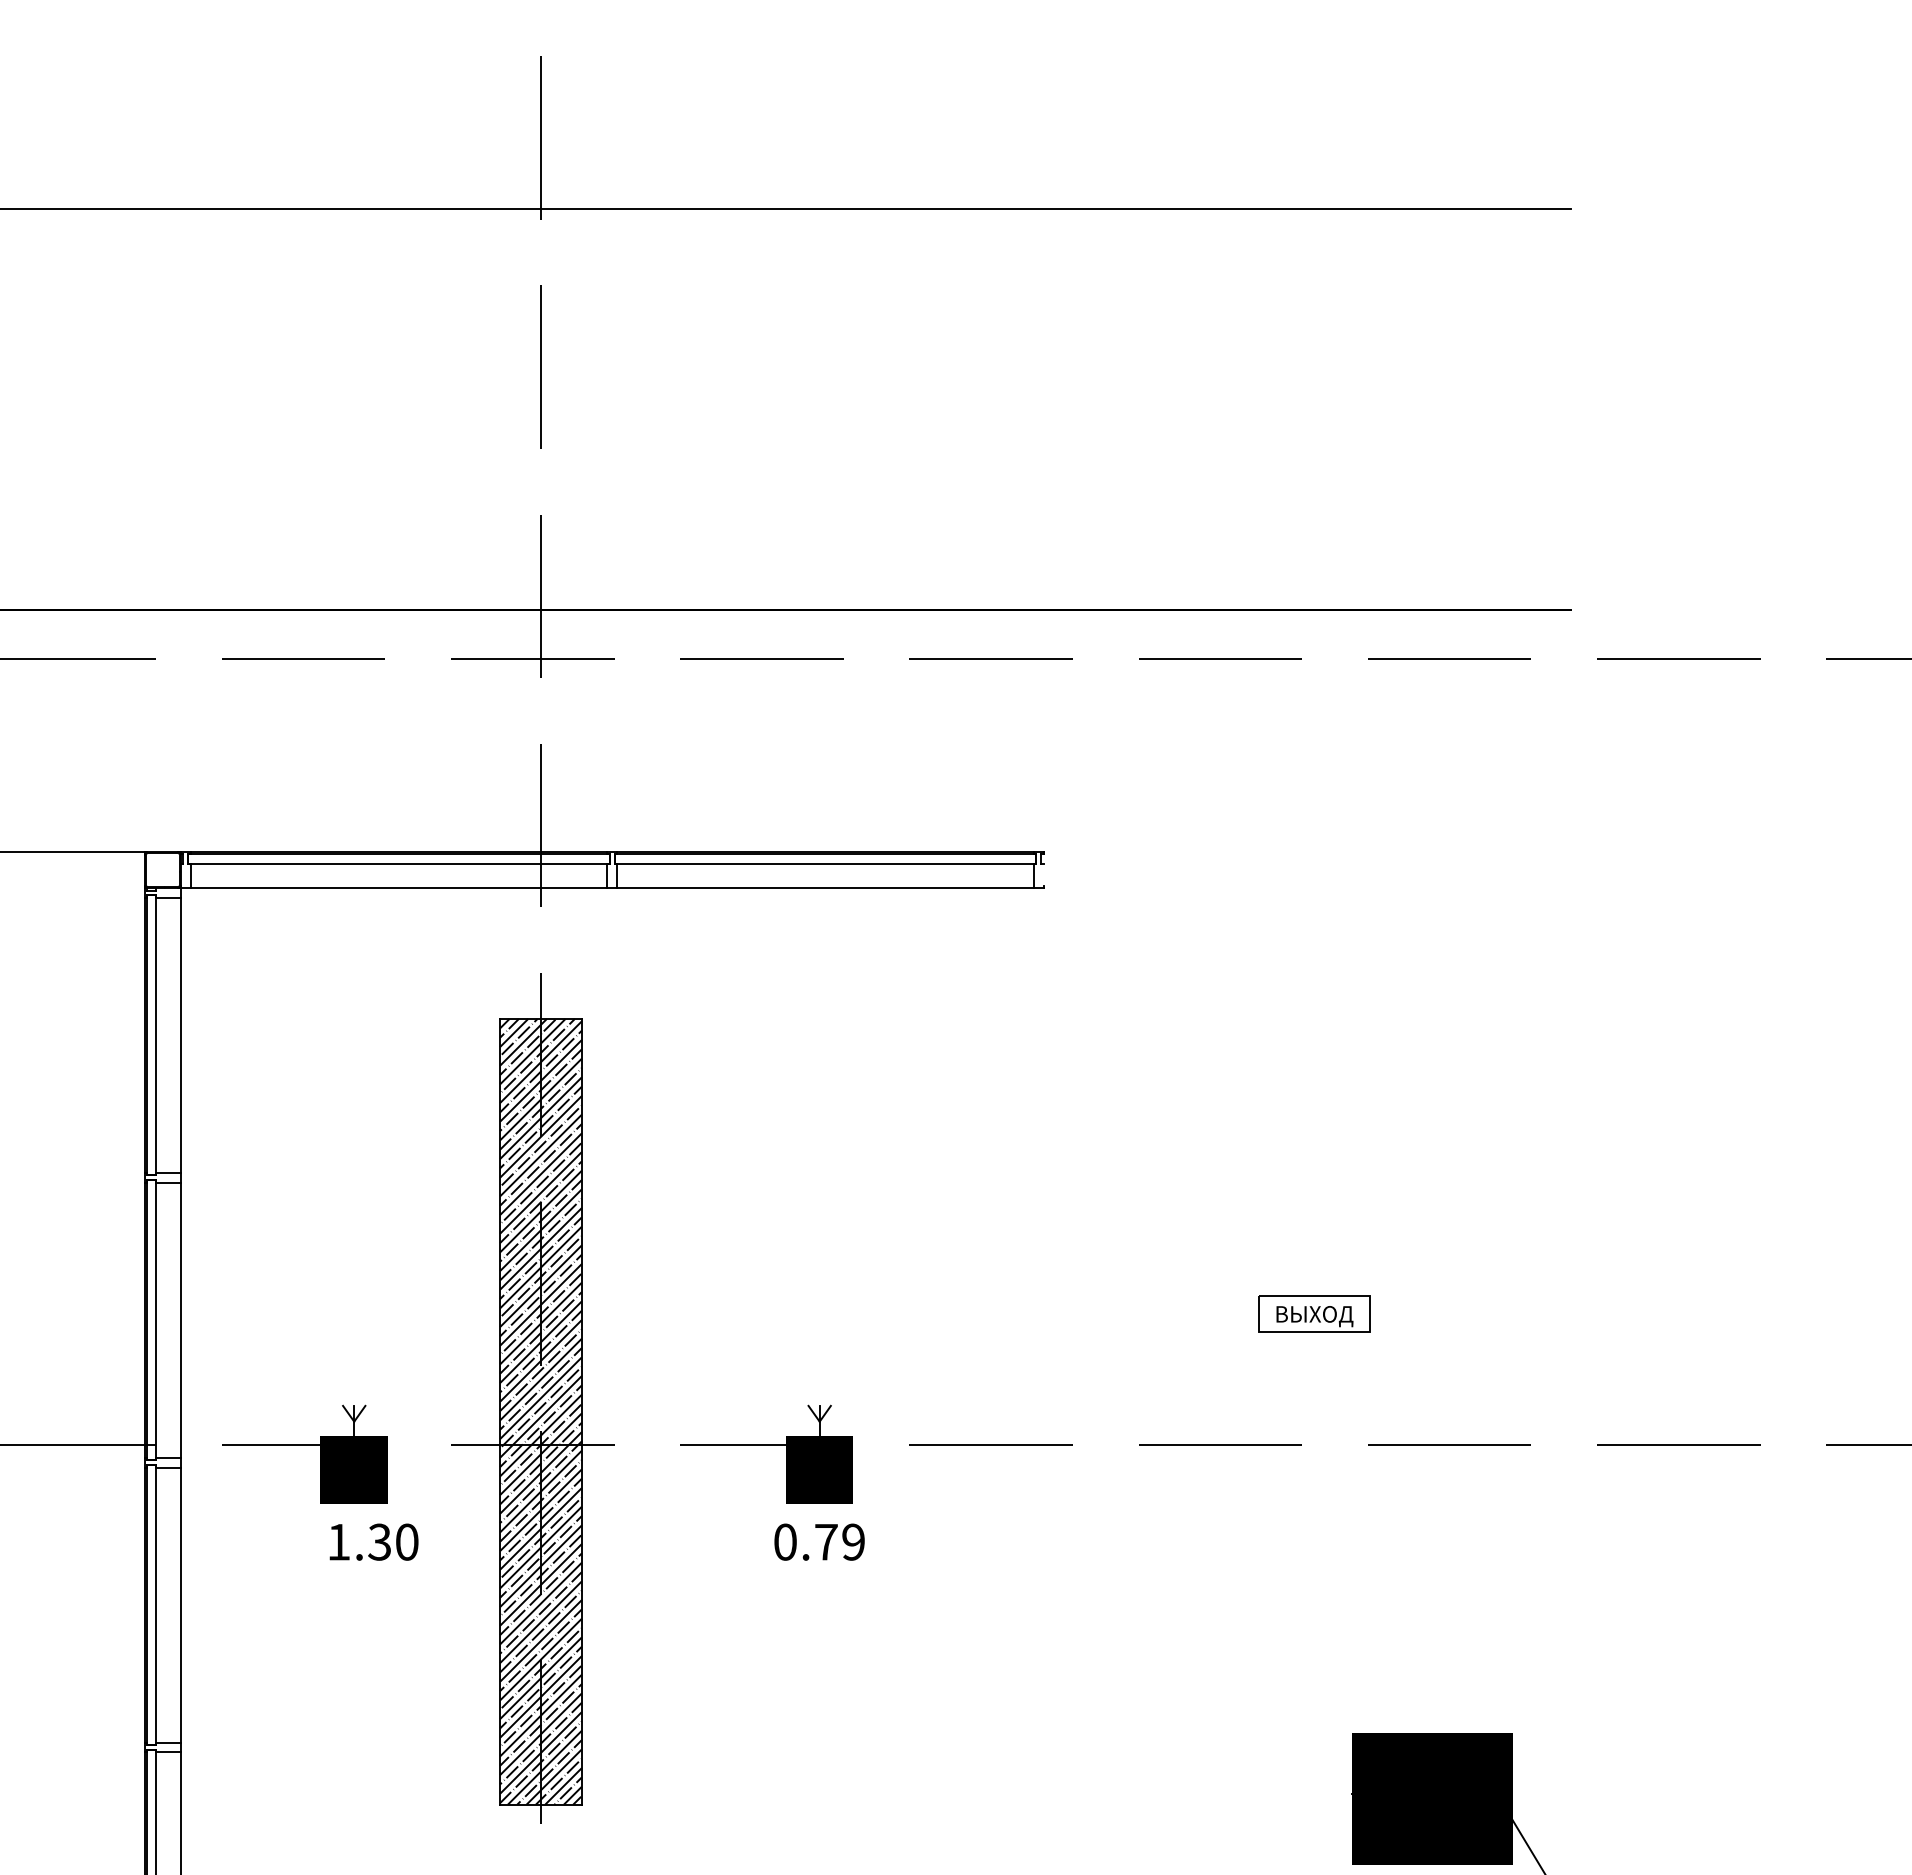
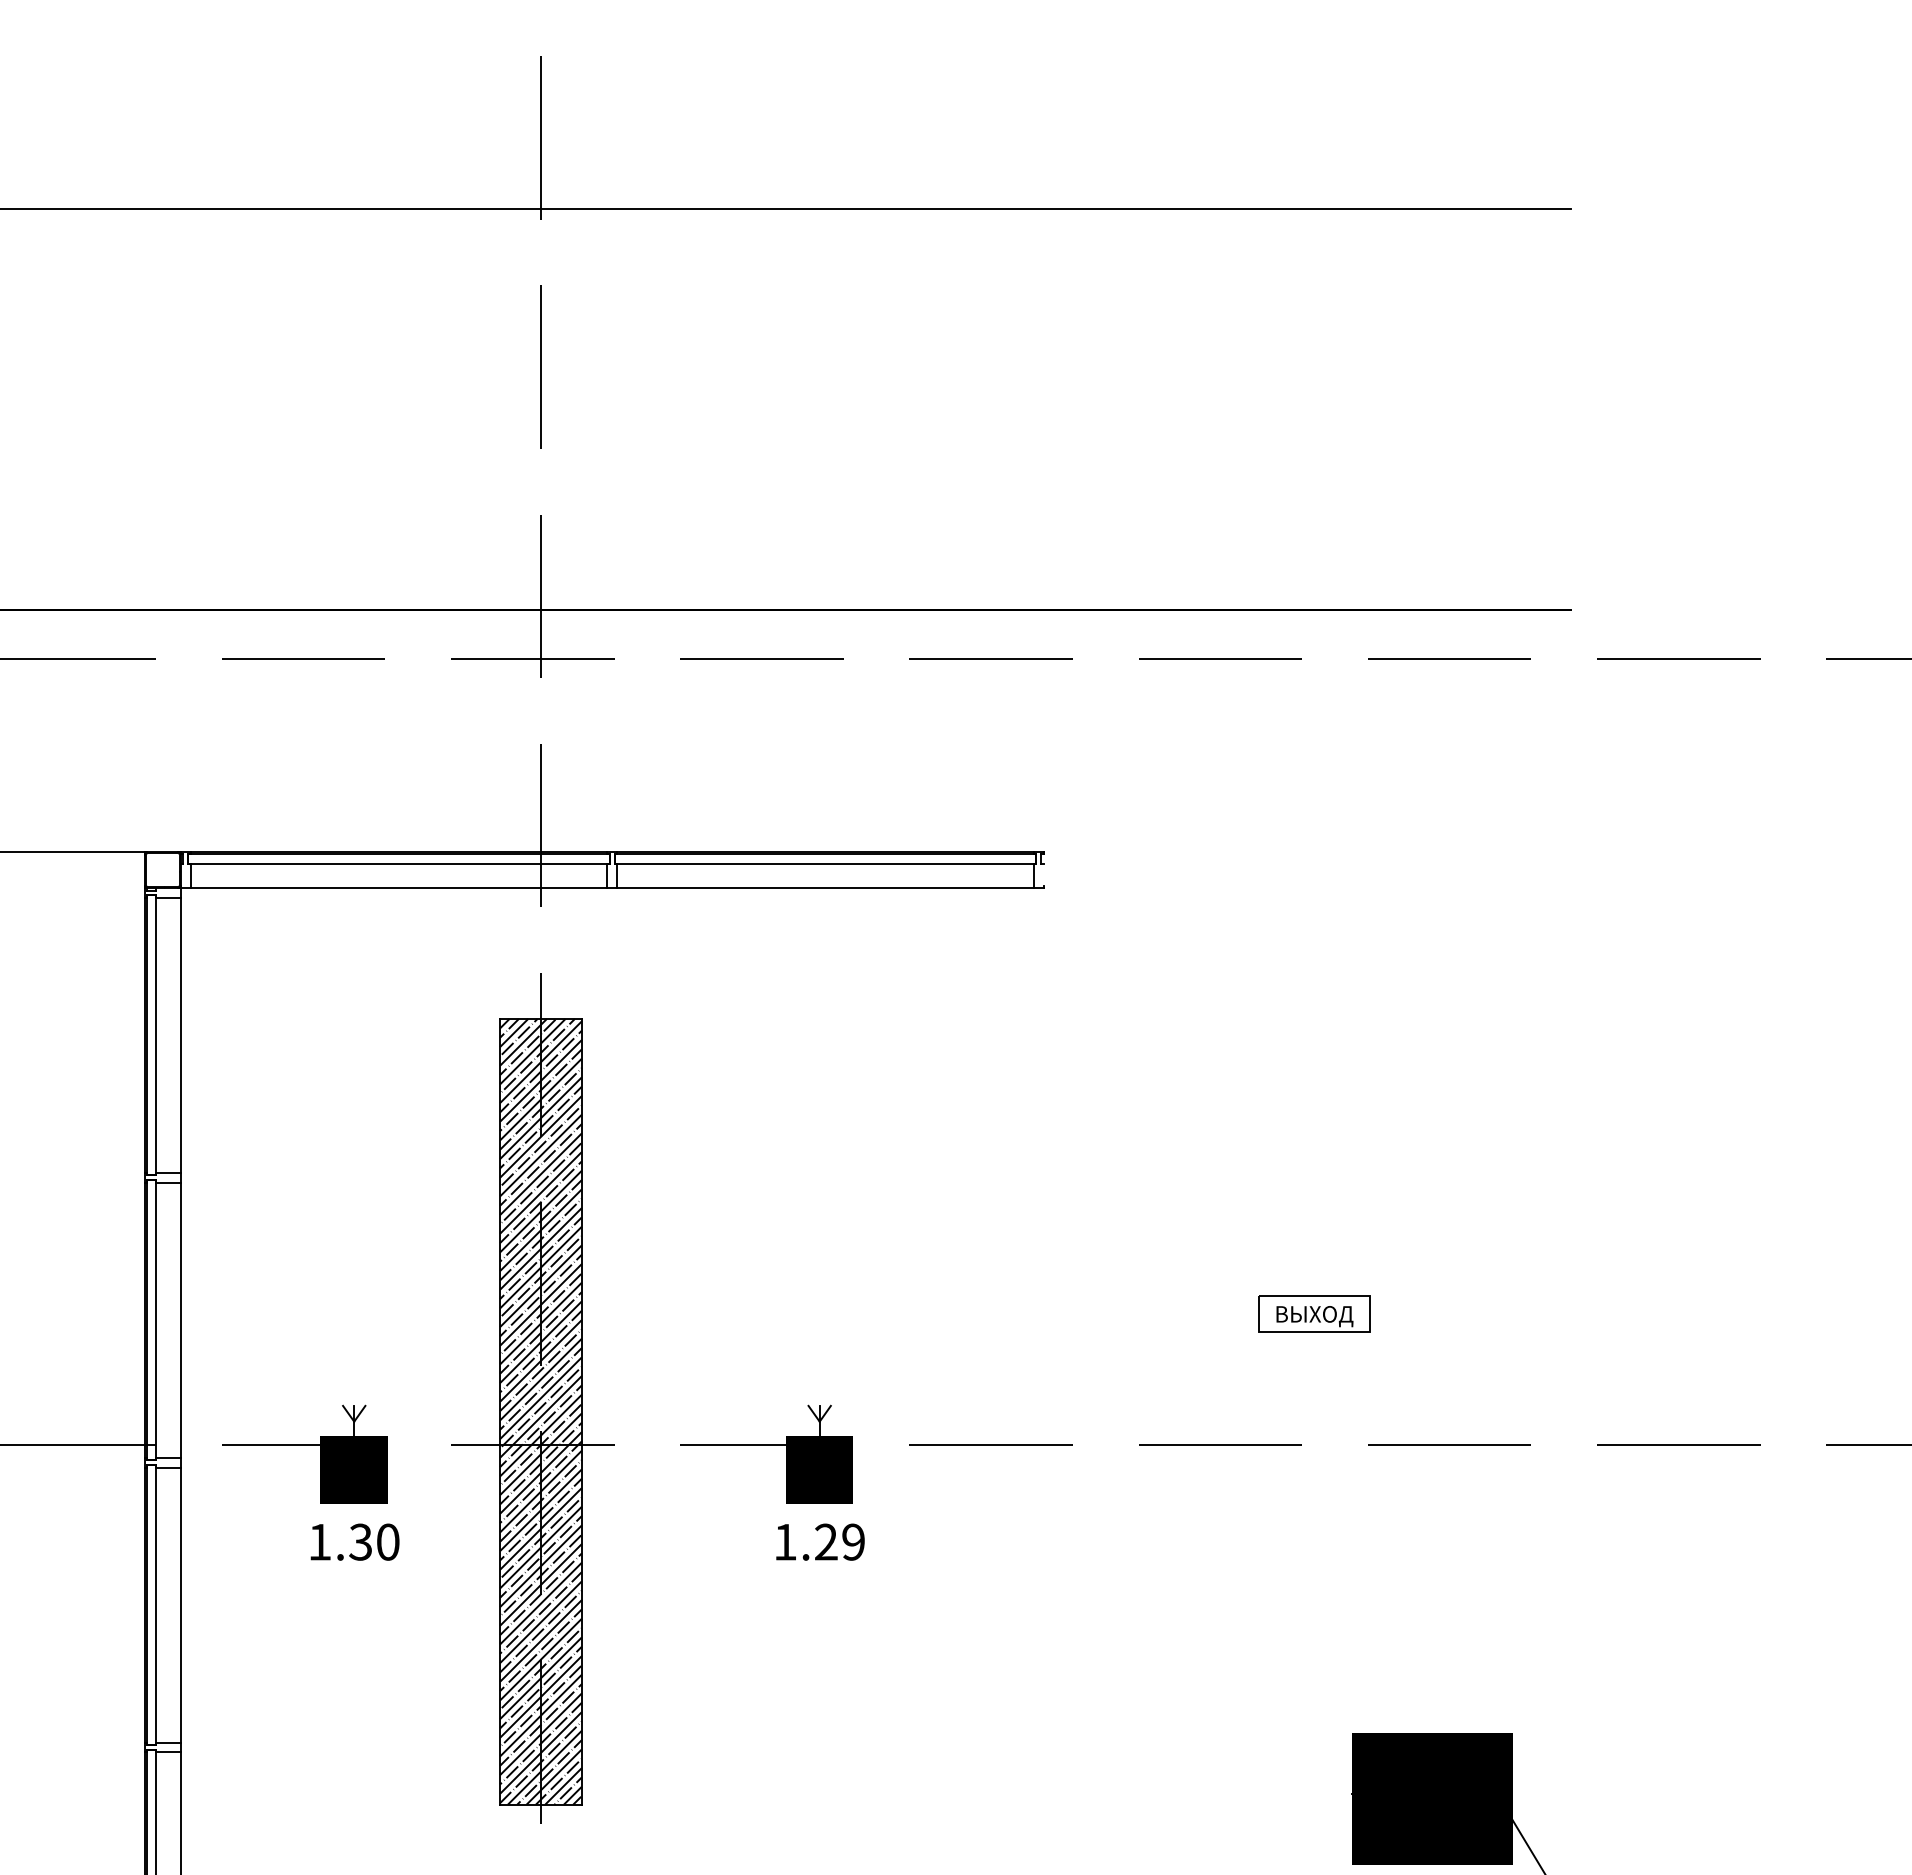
text at (373, 1541) position: (373, 1541) -> (354, 1541)
text at (805, 1541): 0.79 -> 1.29
